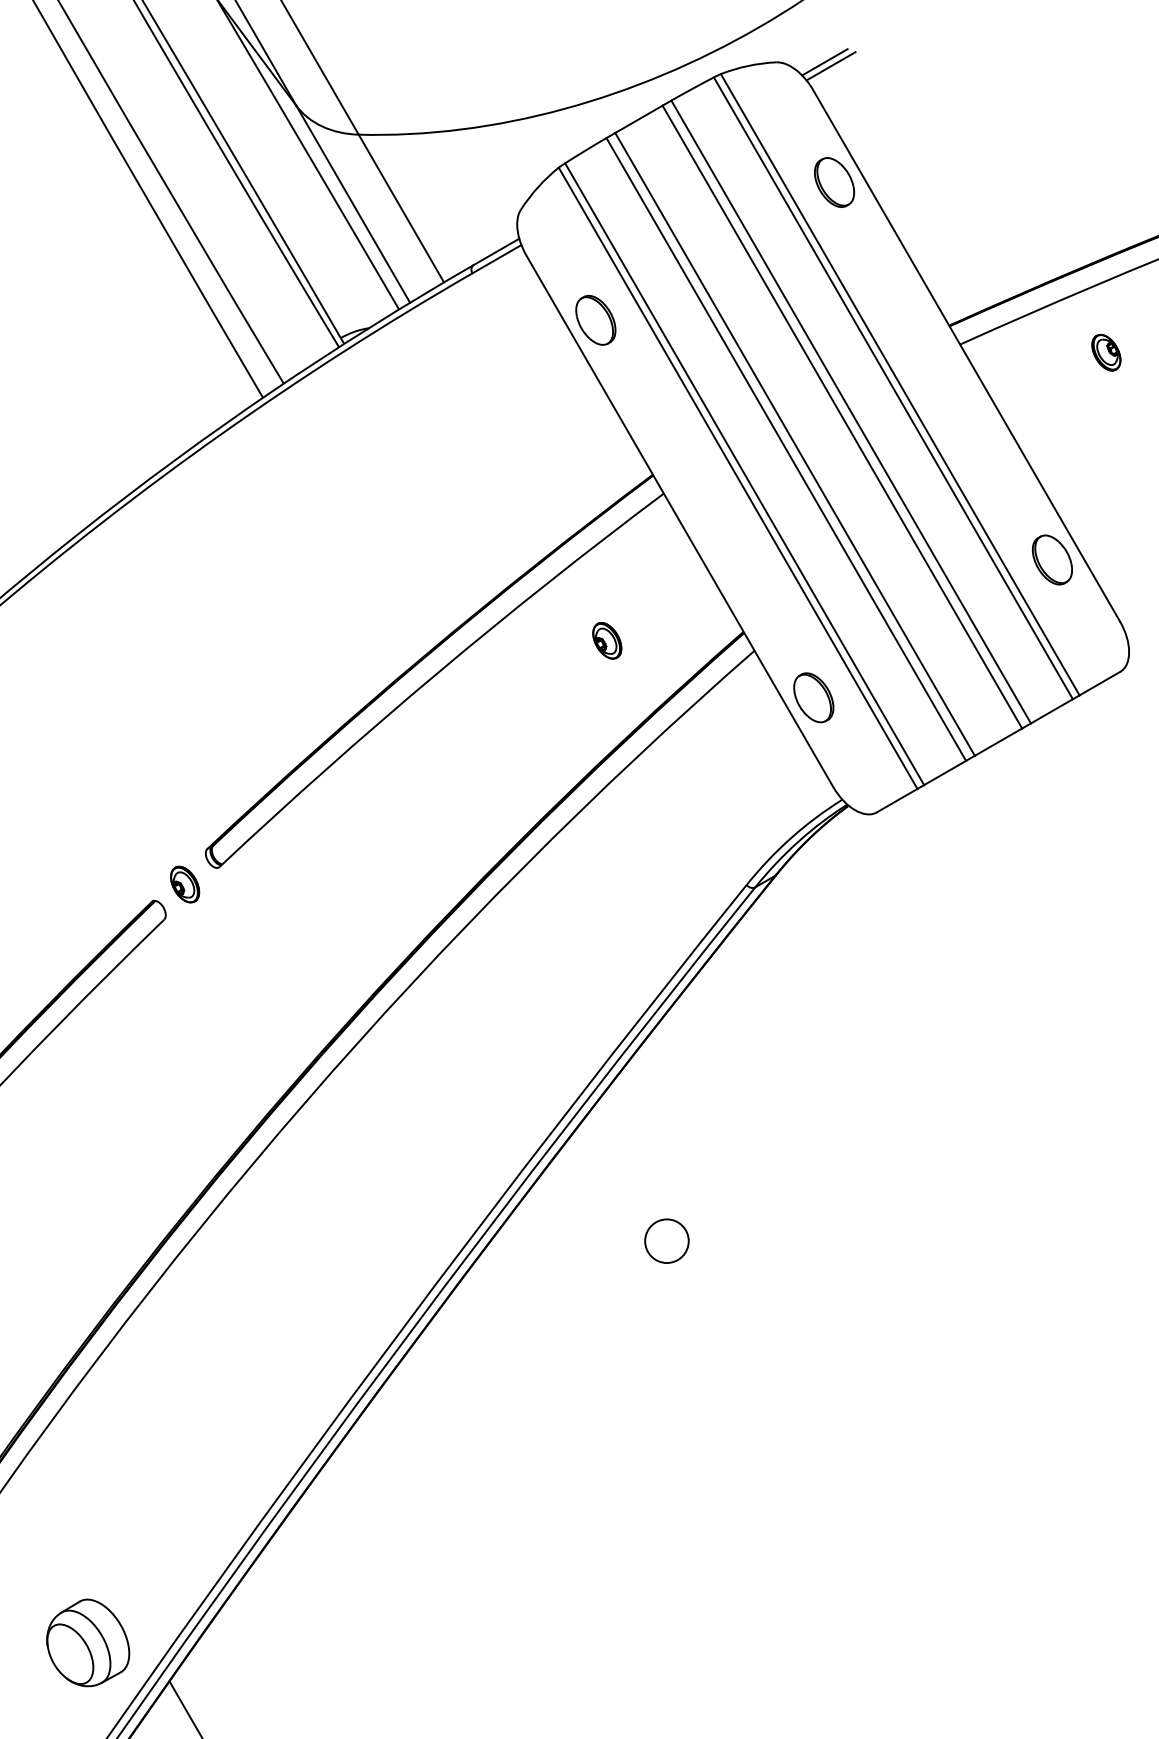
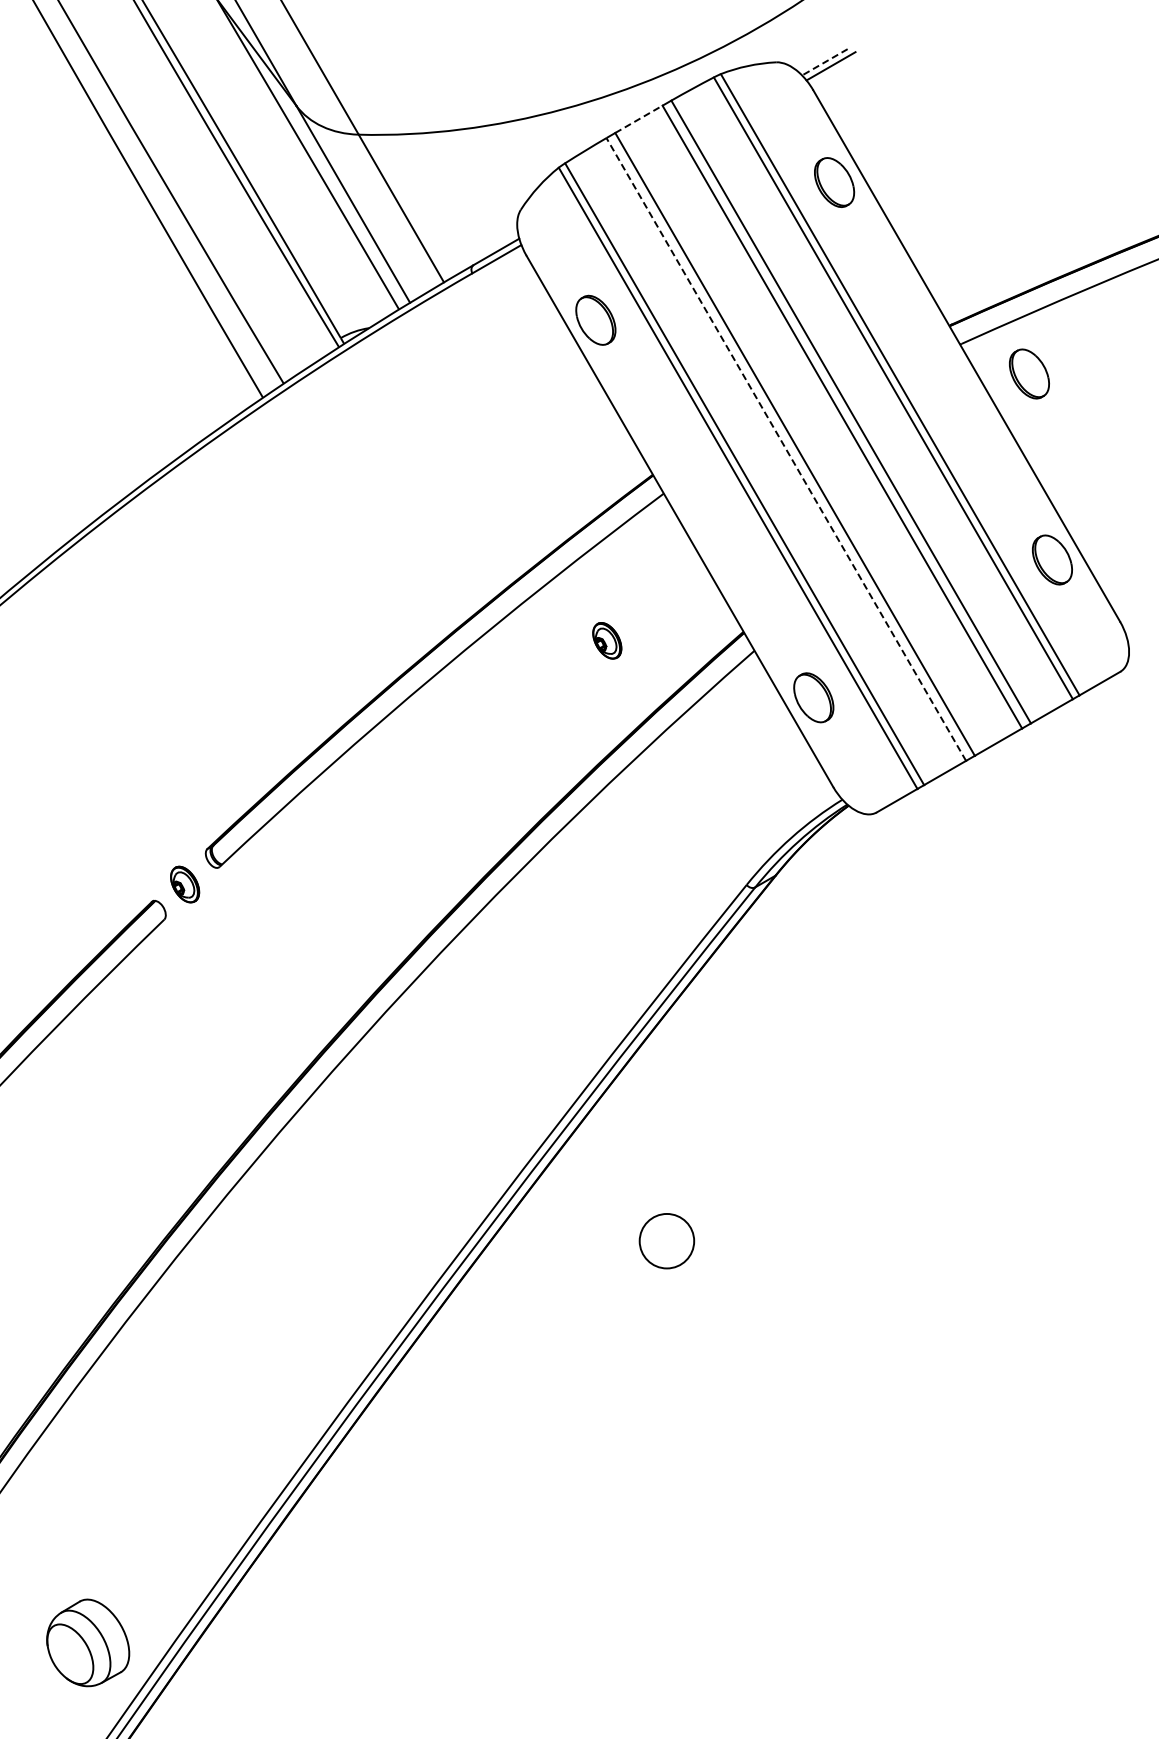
line at (824, 62): solid -> dashed
line at (639, 119): solid -> dashed
part at (1106, 352): present -> none
part at (1029, 373): none -> present
line at (786, 449): solid -> dashed
circle at (666, 1241) diameter: 44 px -> 54 px
line at (185, 1708): present -> none
